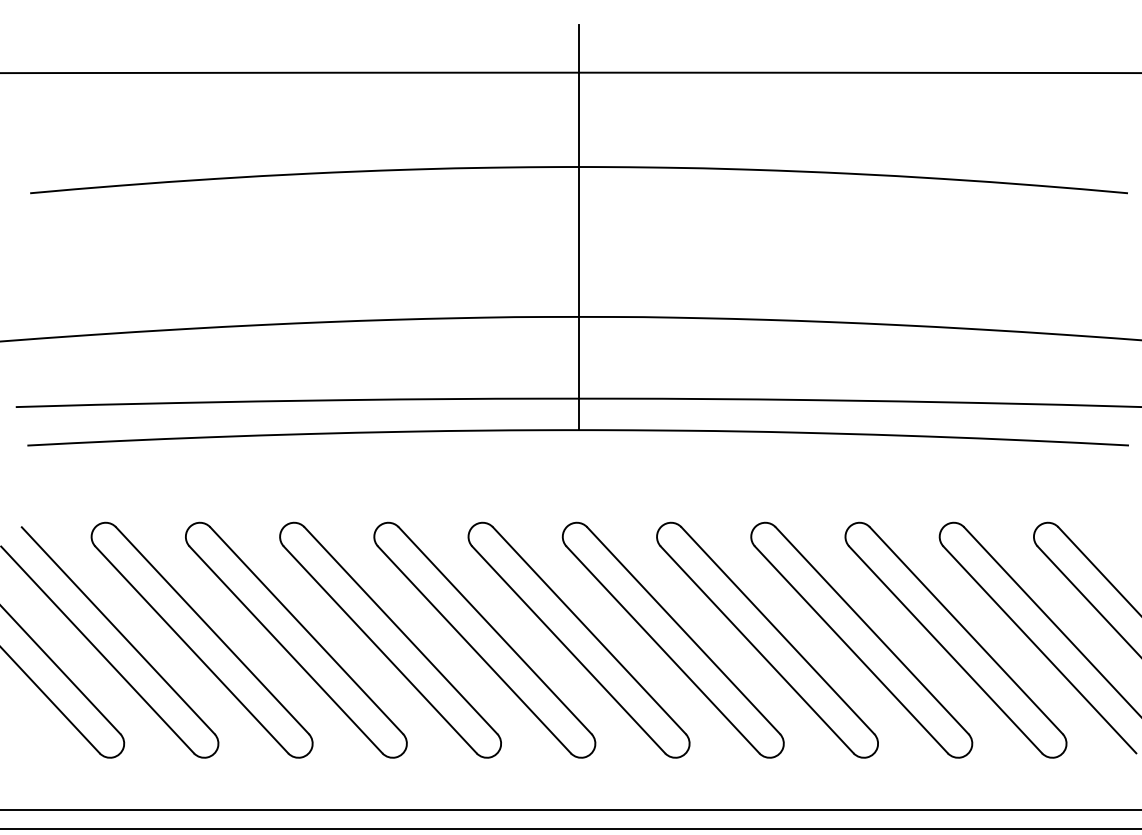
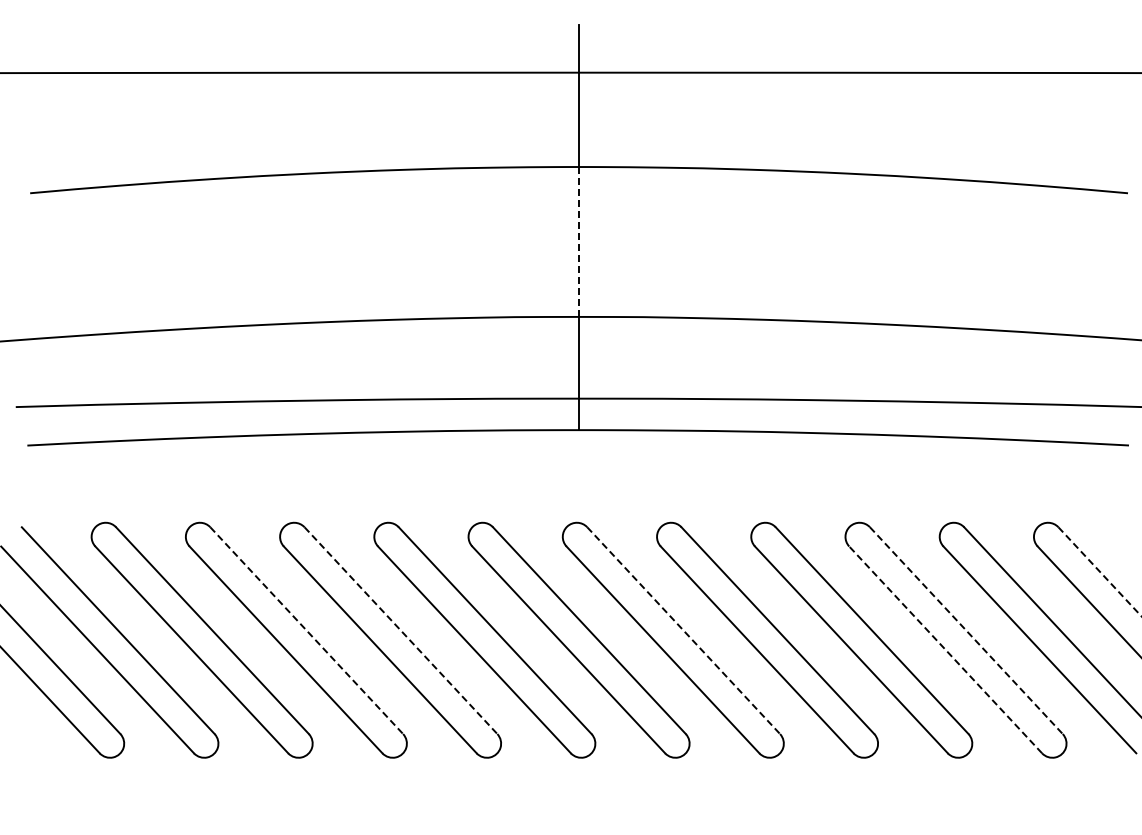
line at (579, 241): solid -> dashed
line at (1099, 571): solid -> dashed
line at (307, 631): solid -> dashed
line at (401, 631): solid -> dashed
line at (684, 631): solid -> dashed
line at (966, 631): solid -> dashed
line at (945, 649): solid -> dashed
line at (570, 809): present -> none
line at (570, 828): present -> none
